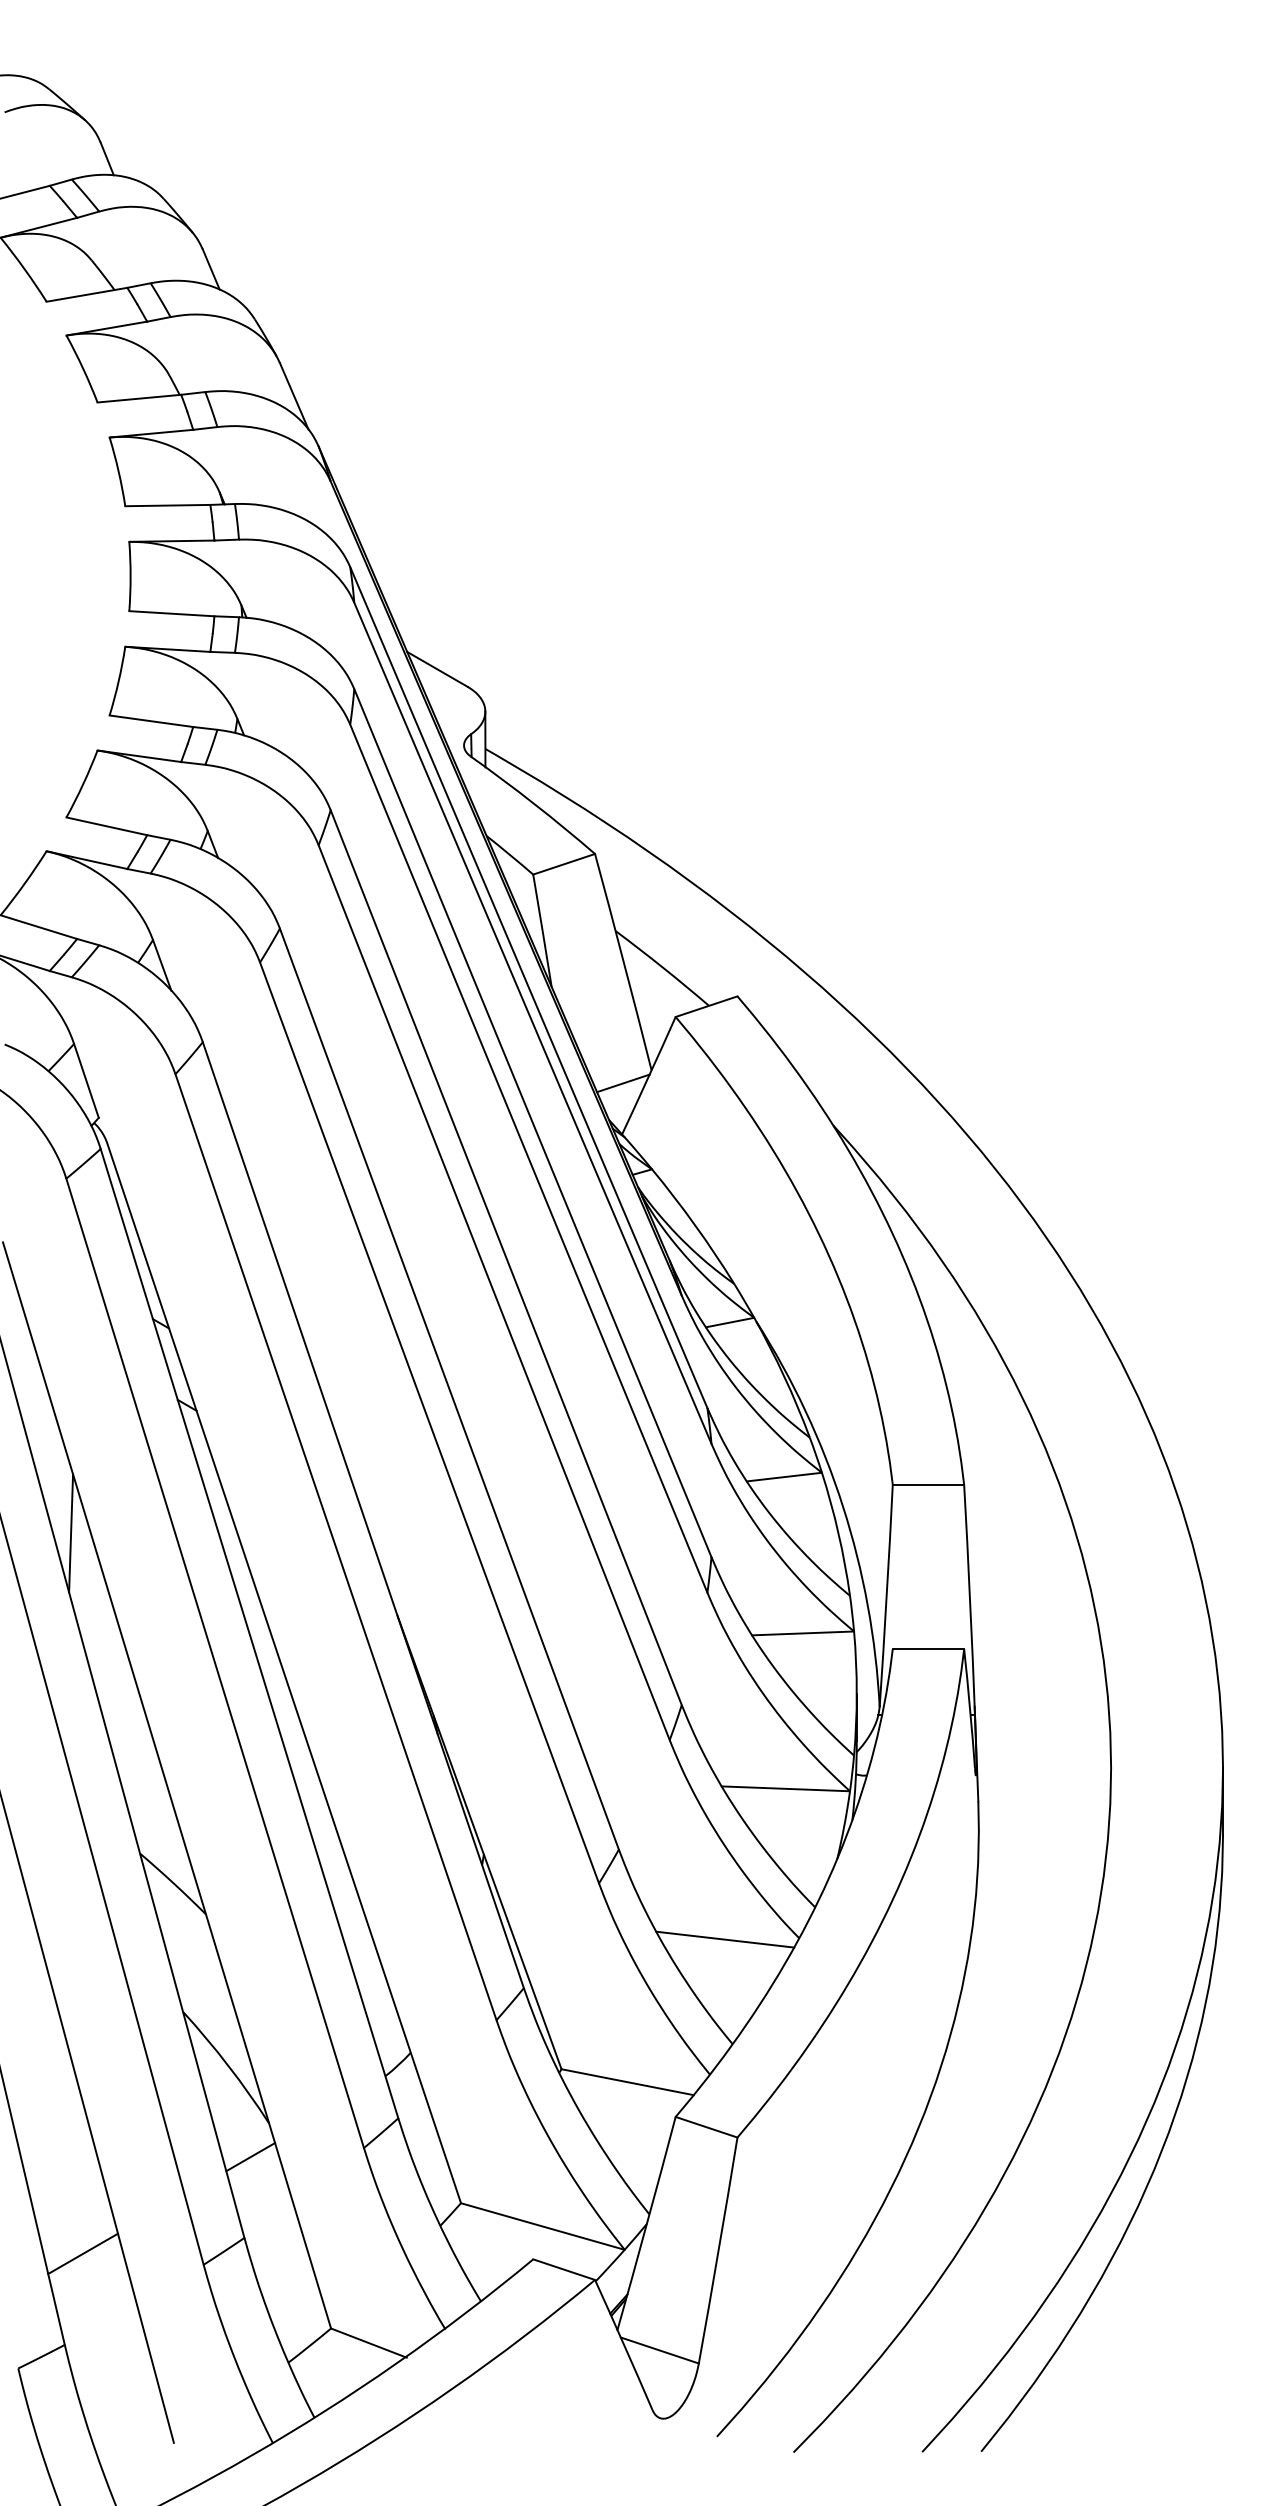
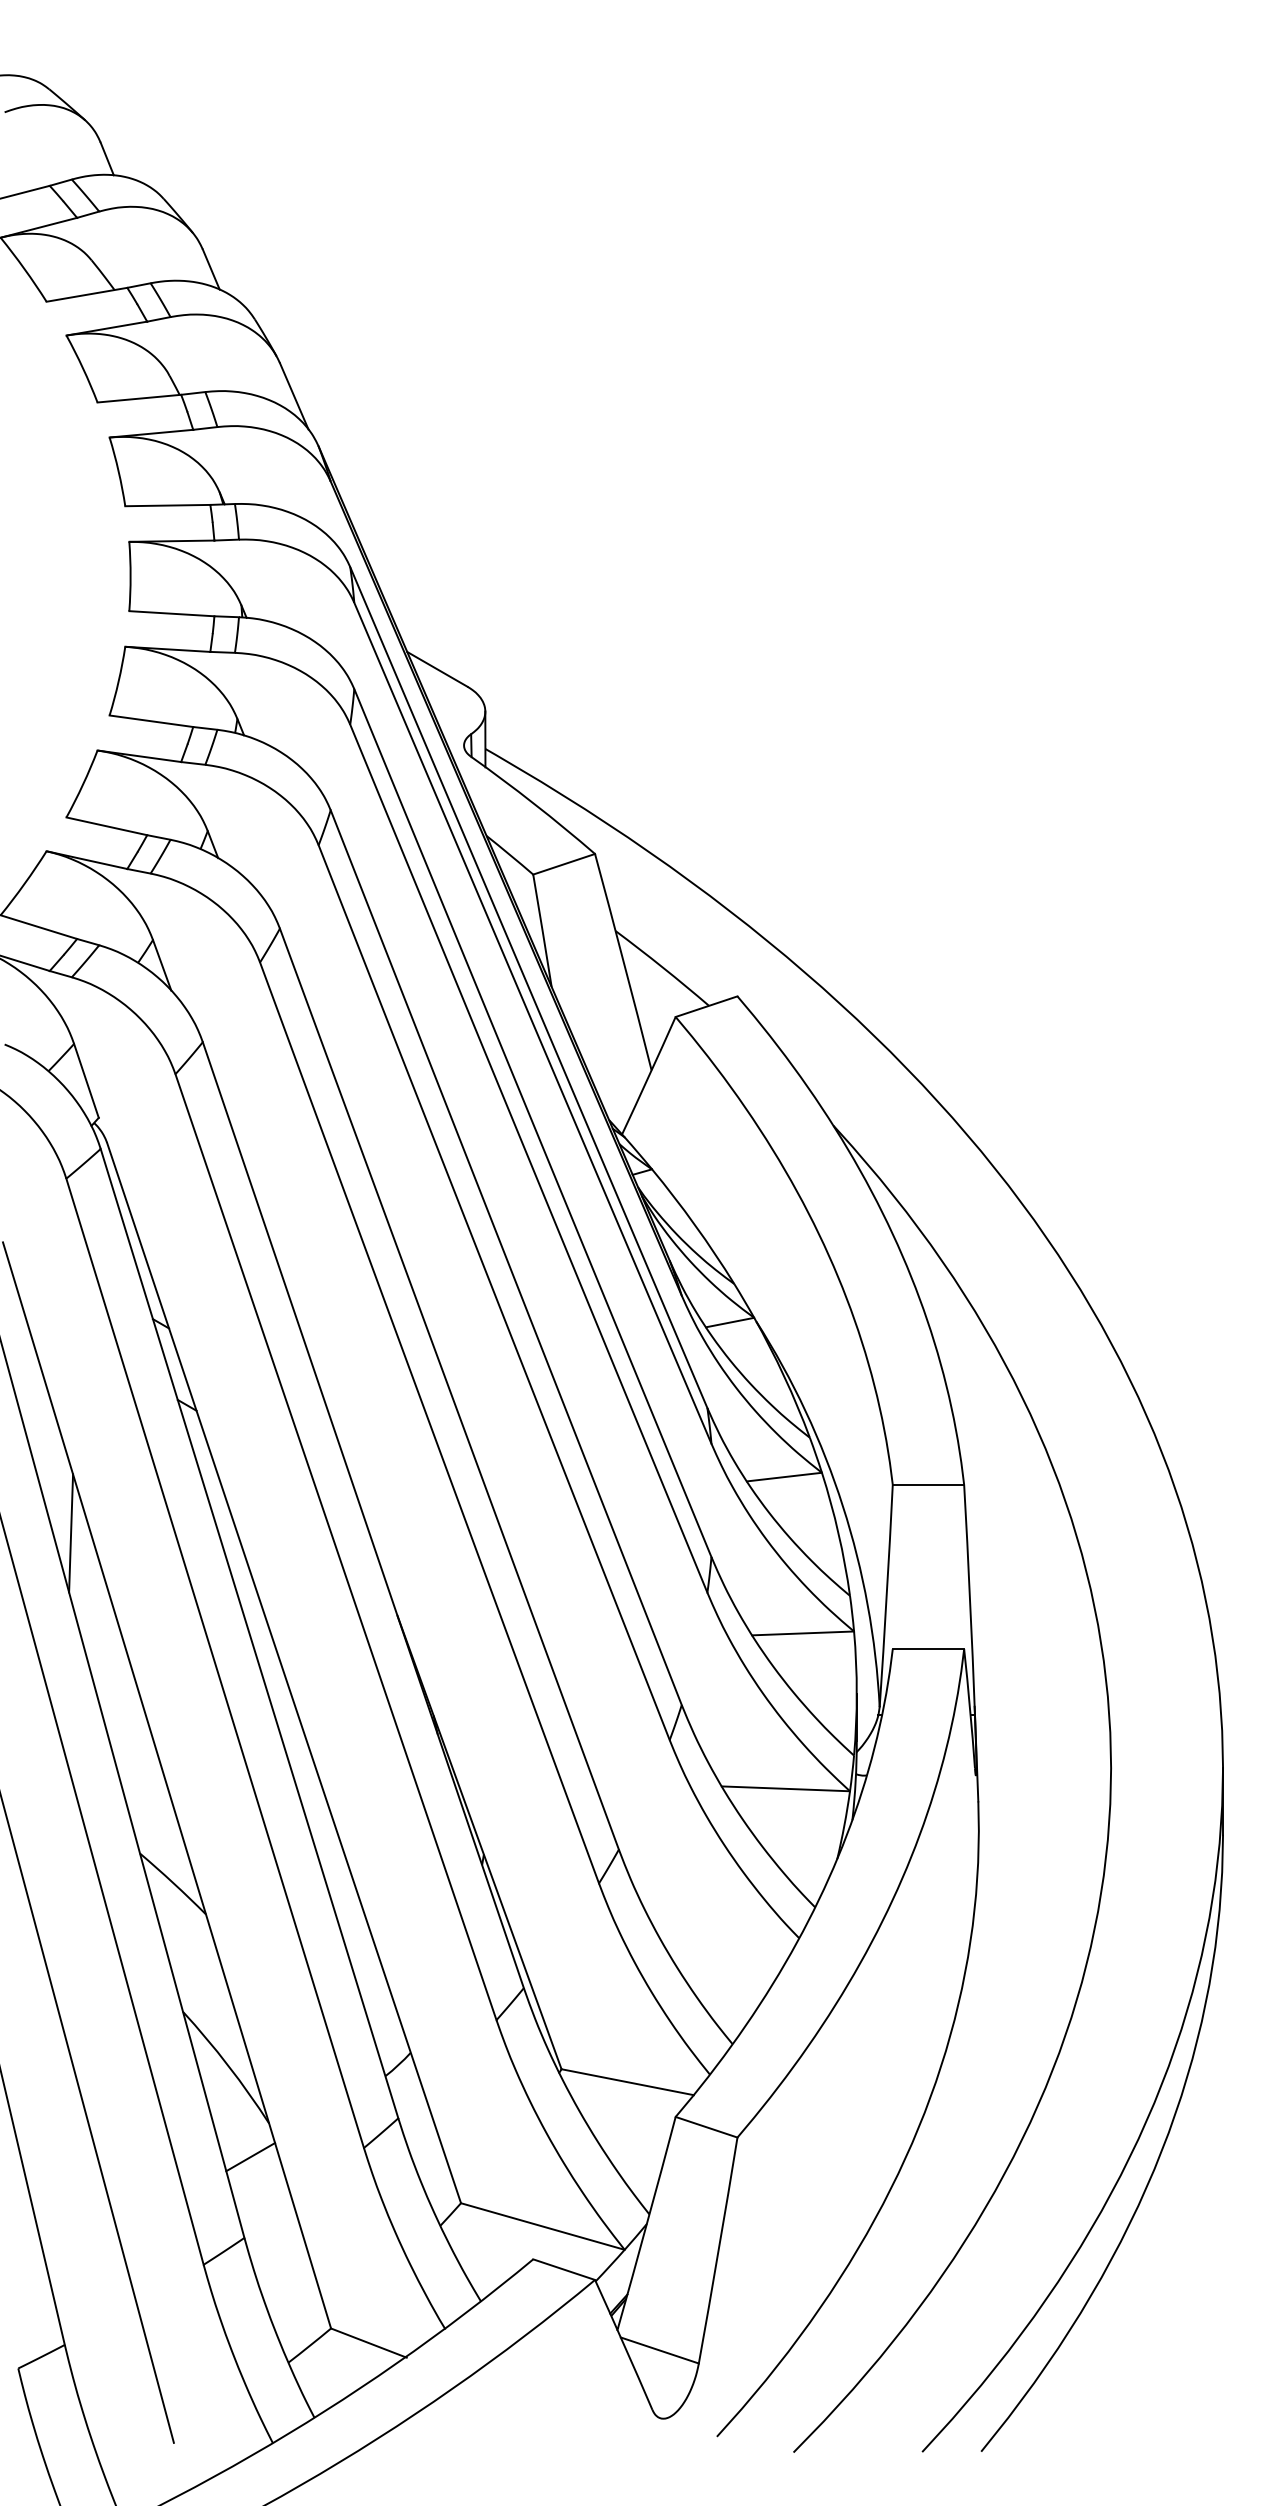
line at (623, 1083): present -> none
line at (725, 1939): present -> none
line at (83, 2253): present -> none
